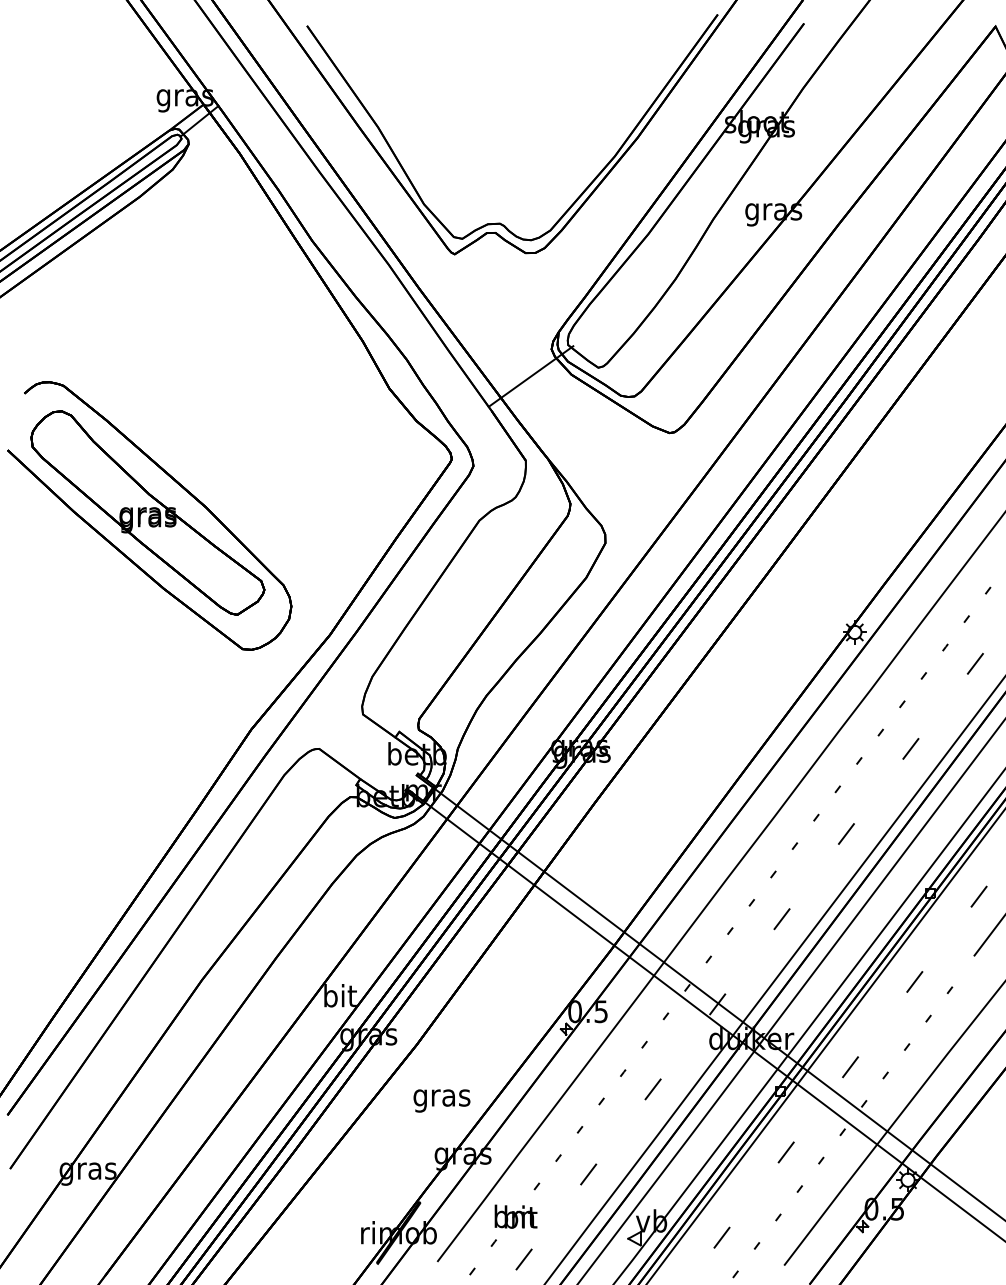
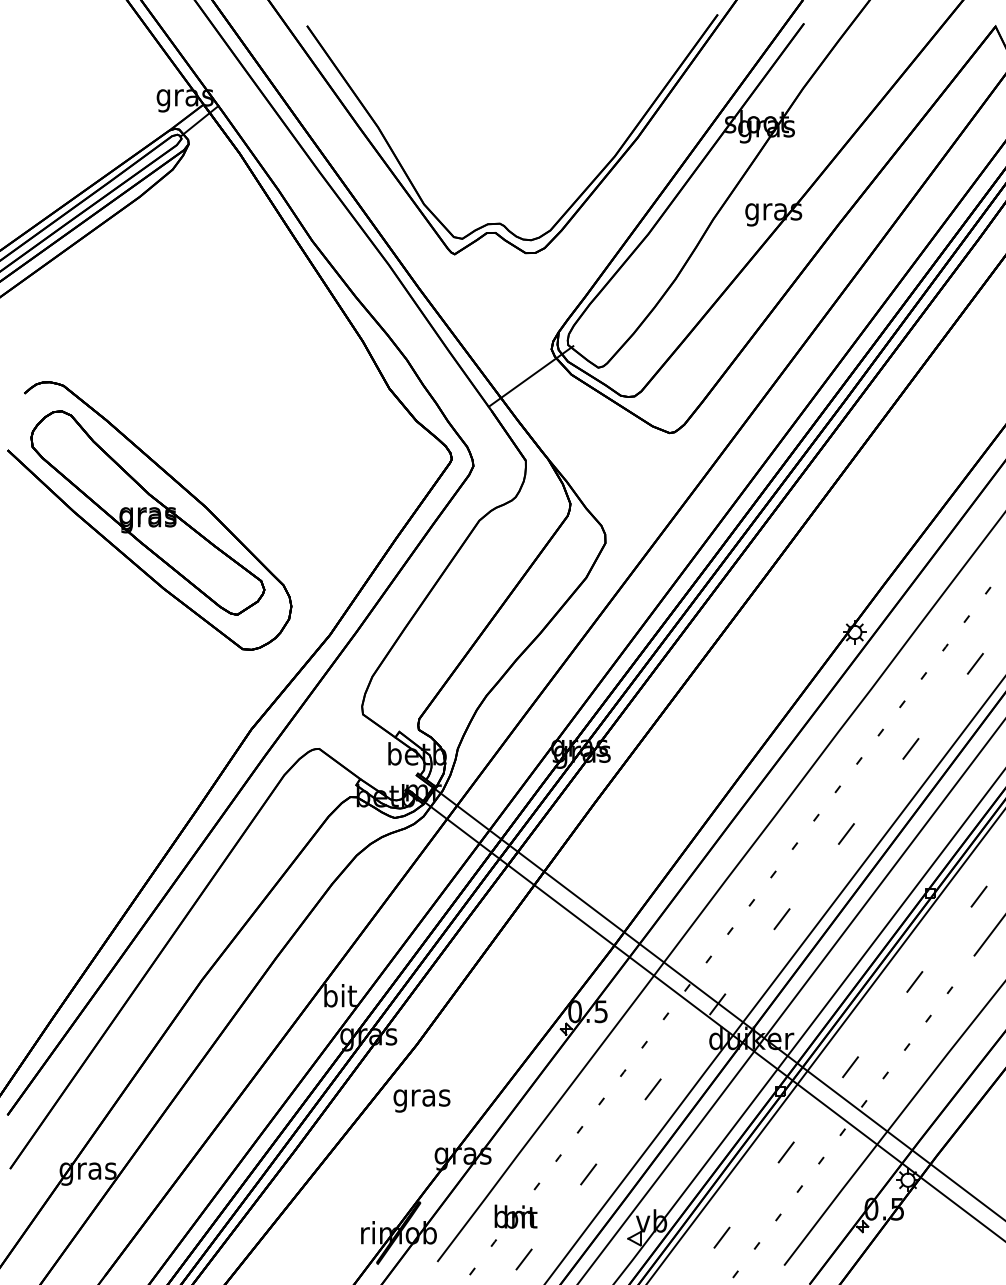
text at (441, 1100) position: (441, 1100) -> (421, 1100)
